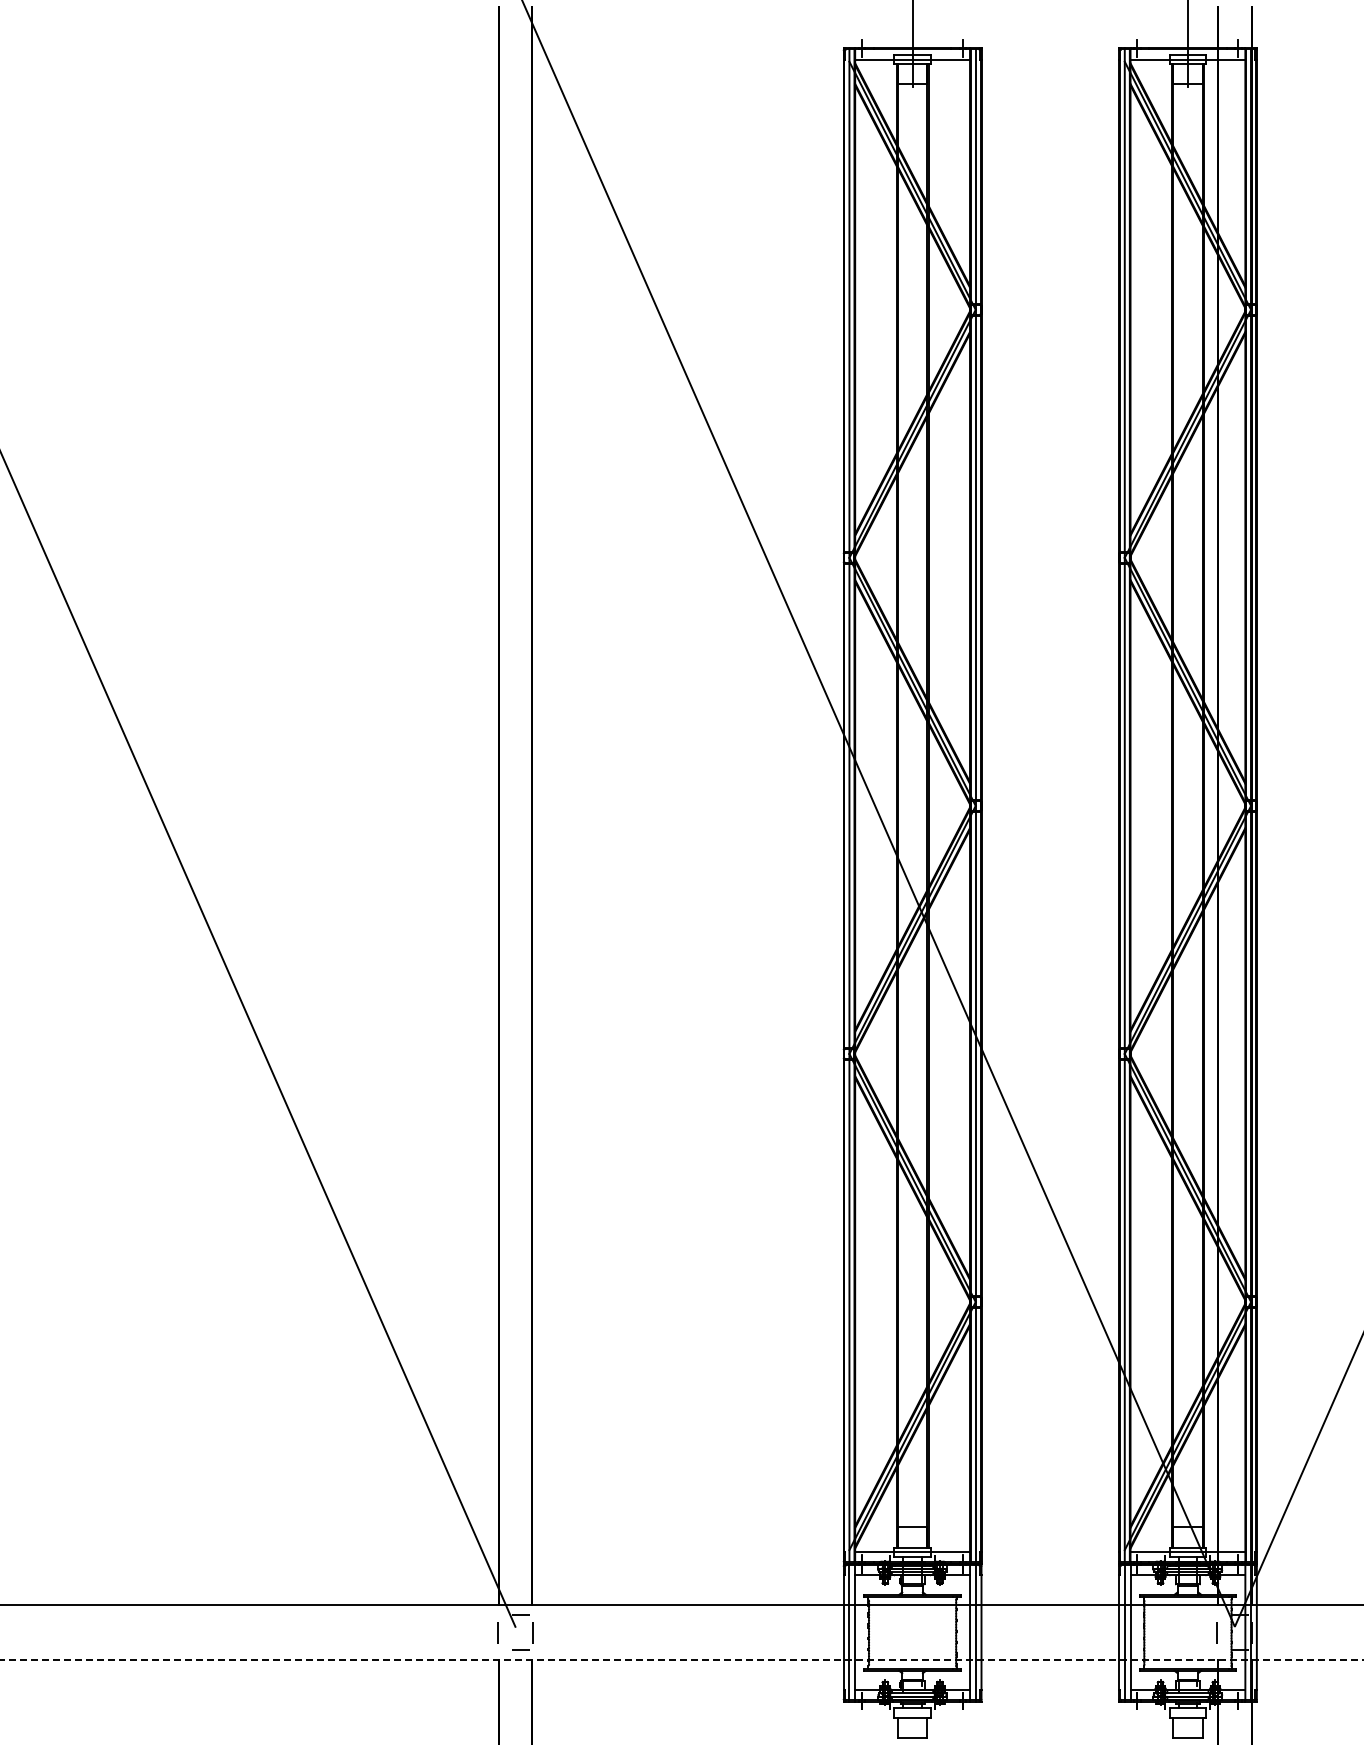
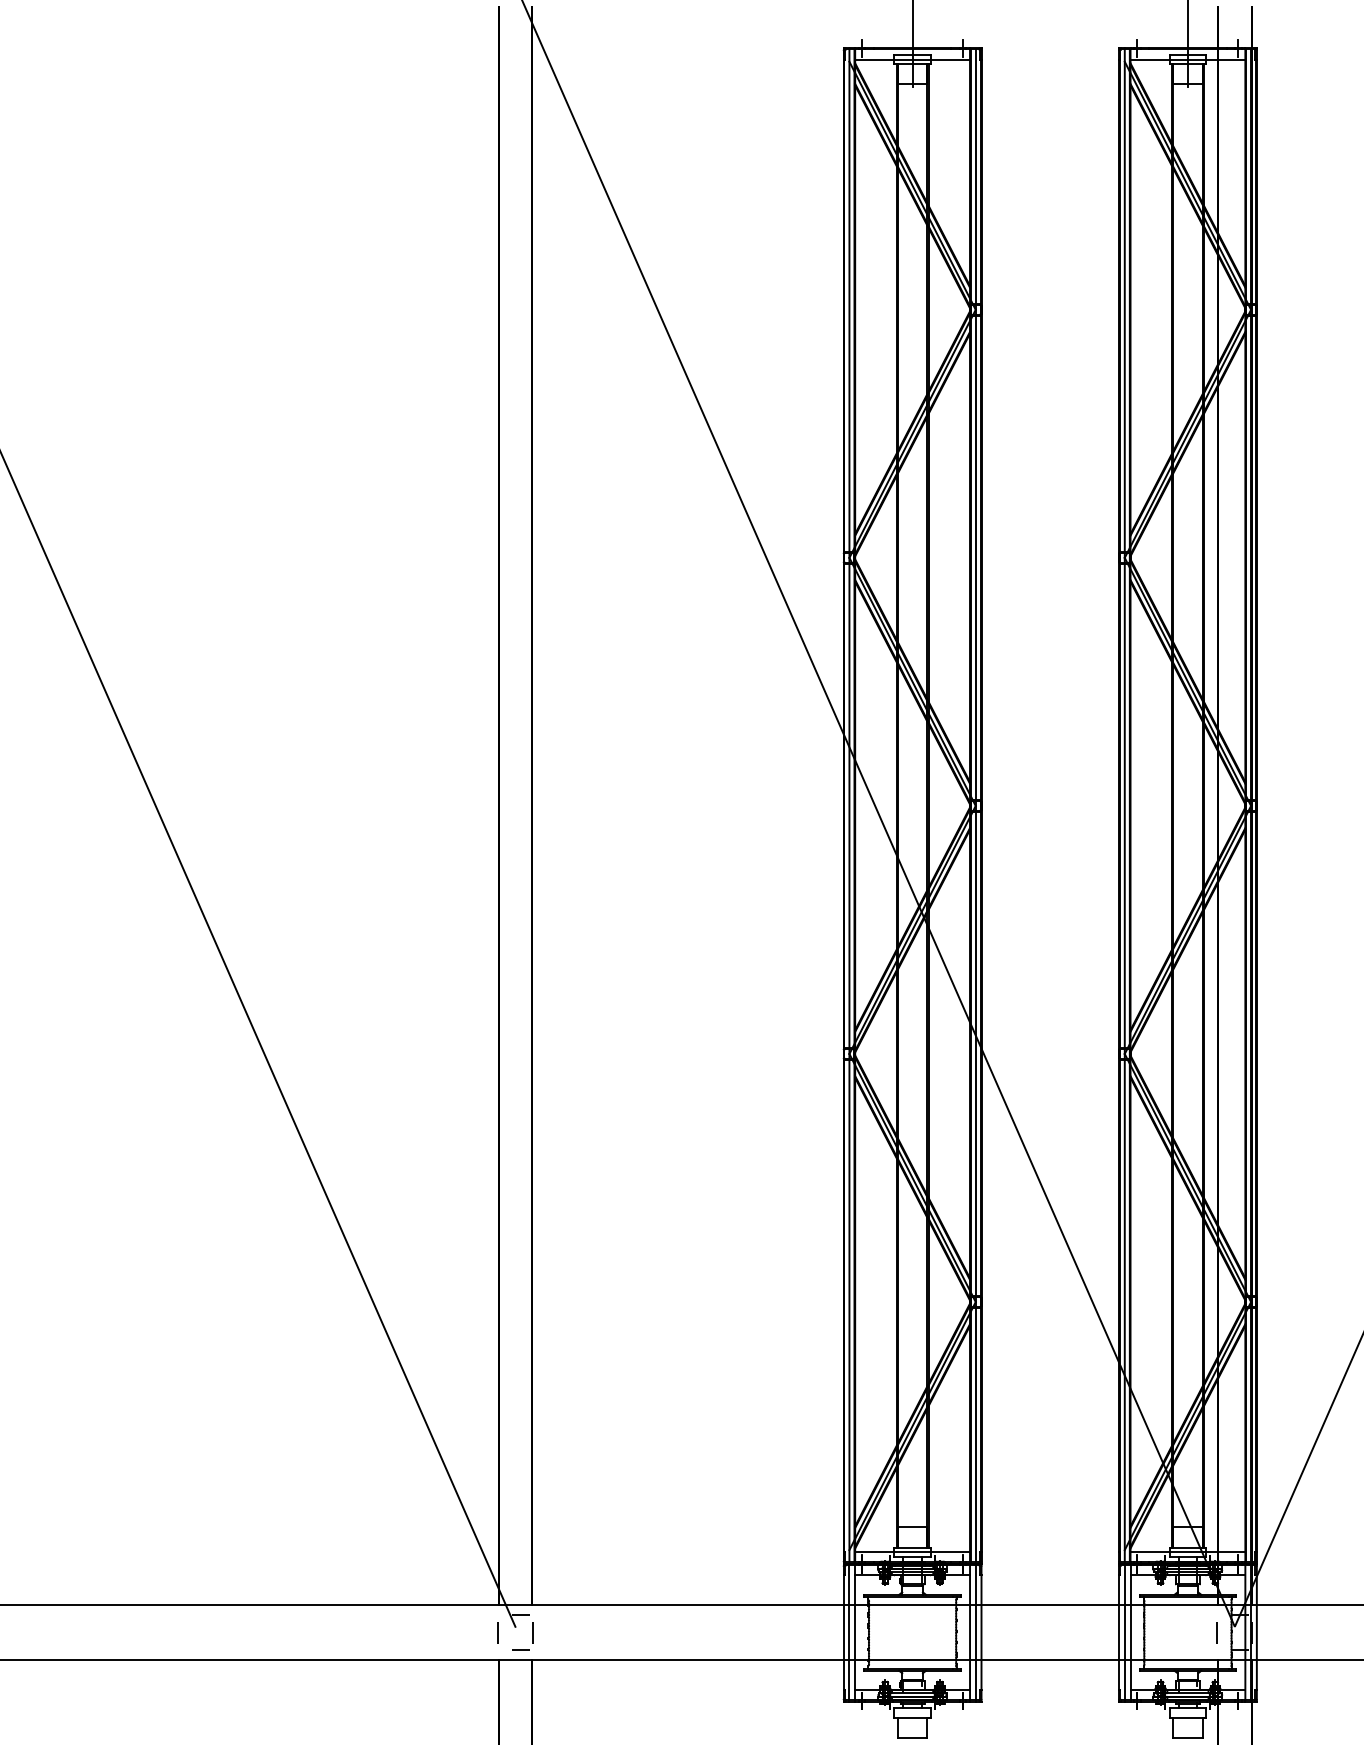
line at (681, 1660): dashed -> solid
